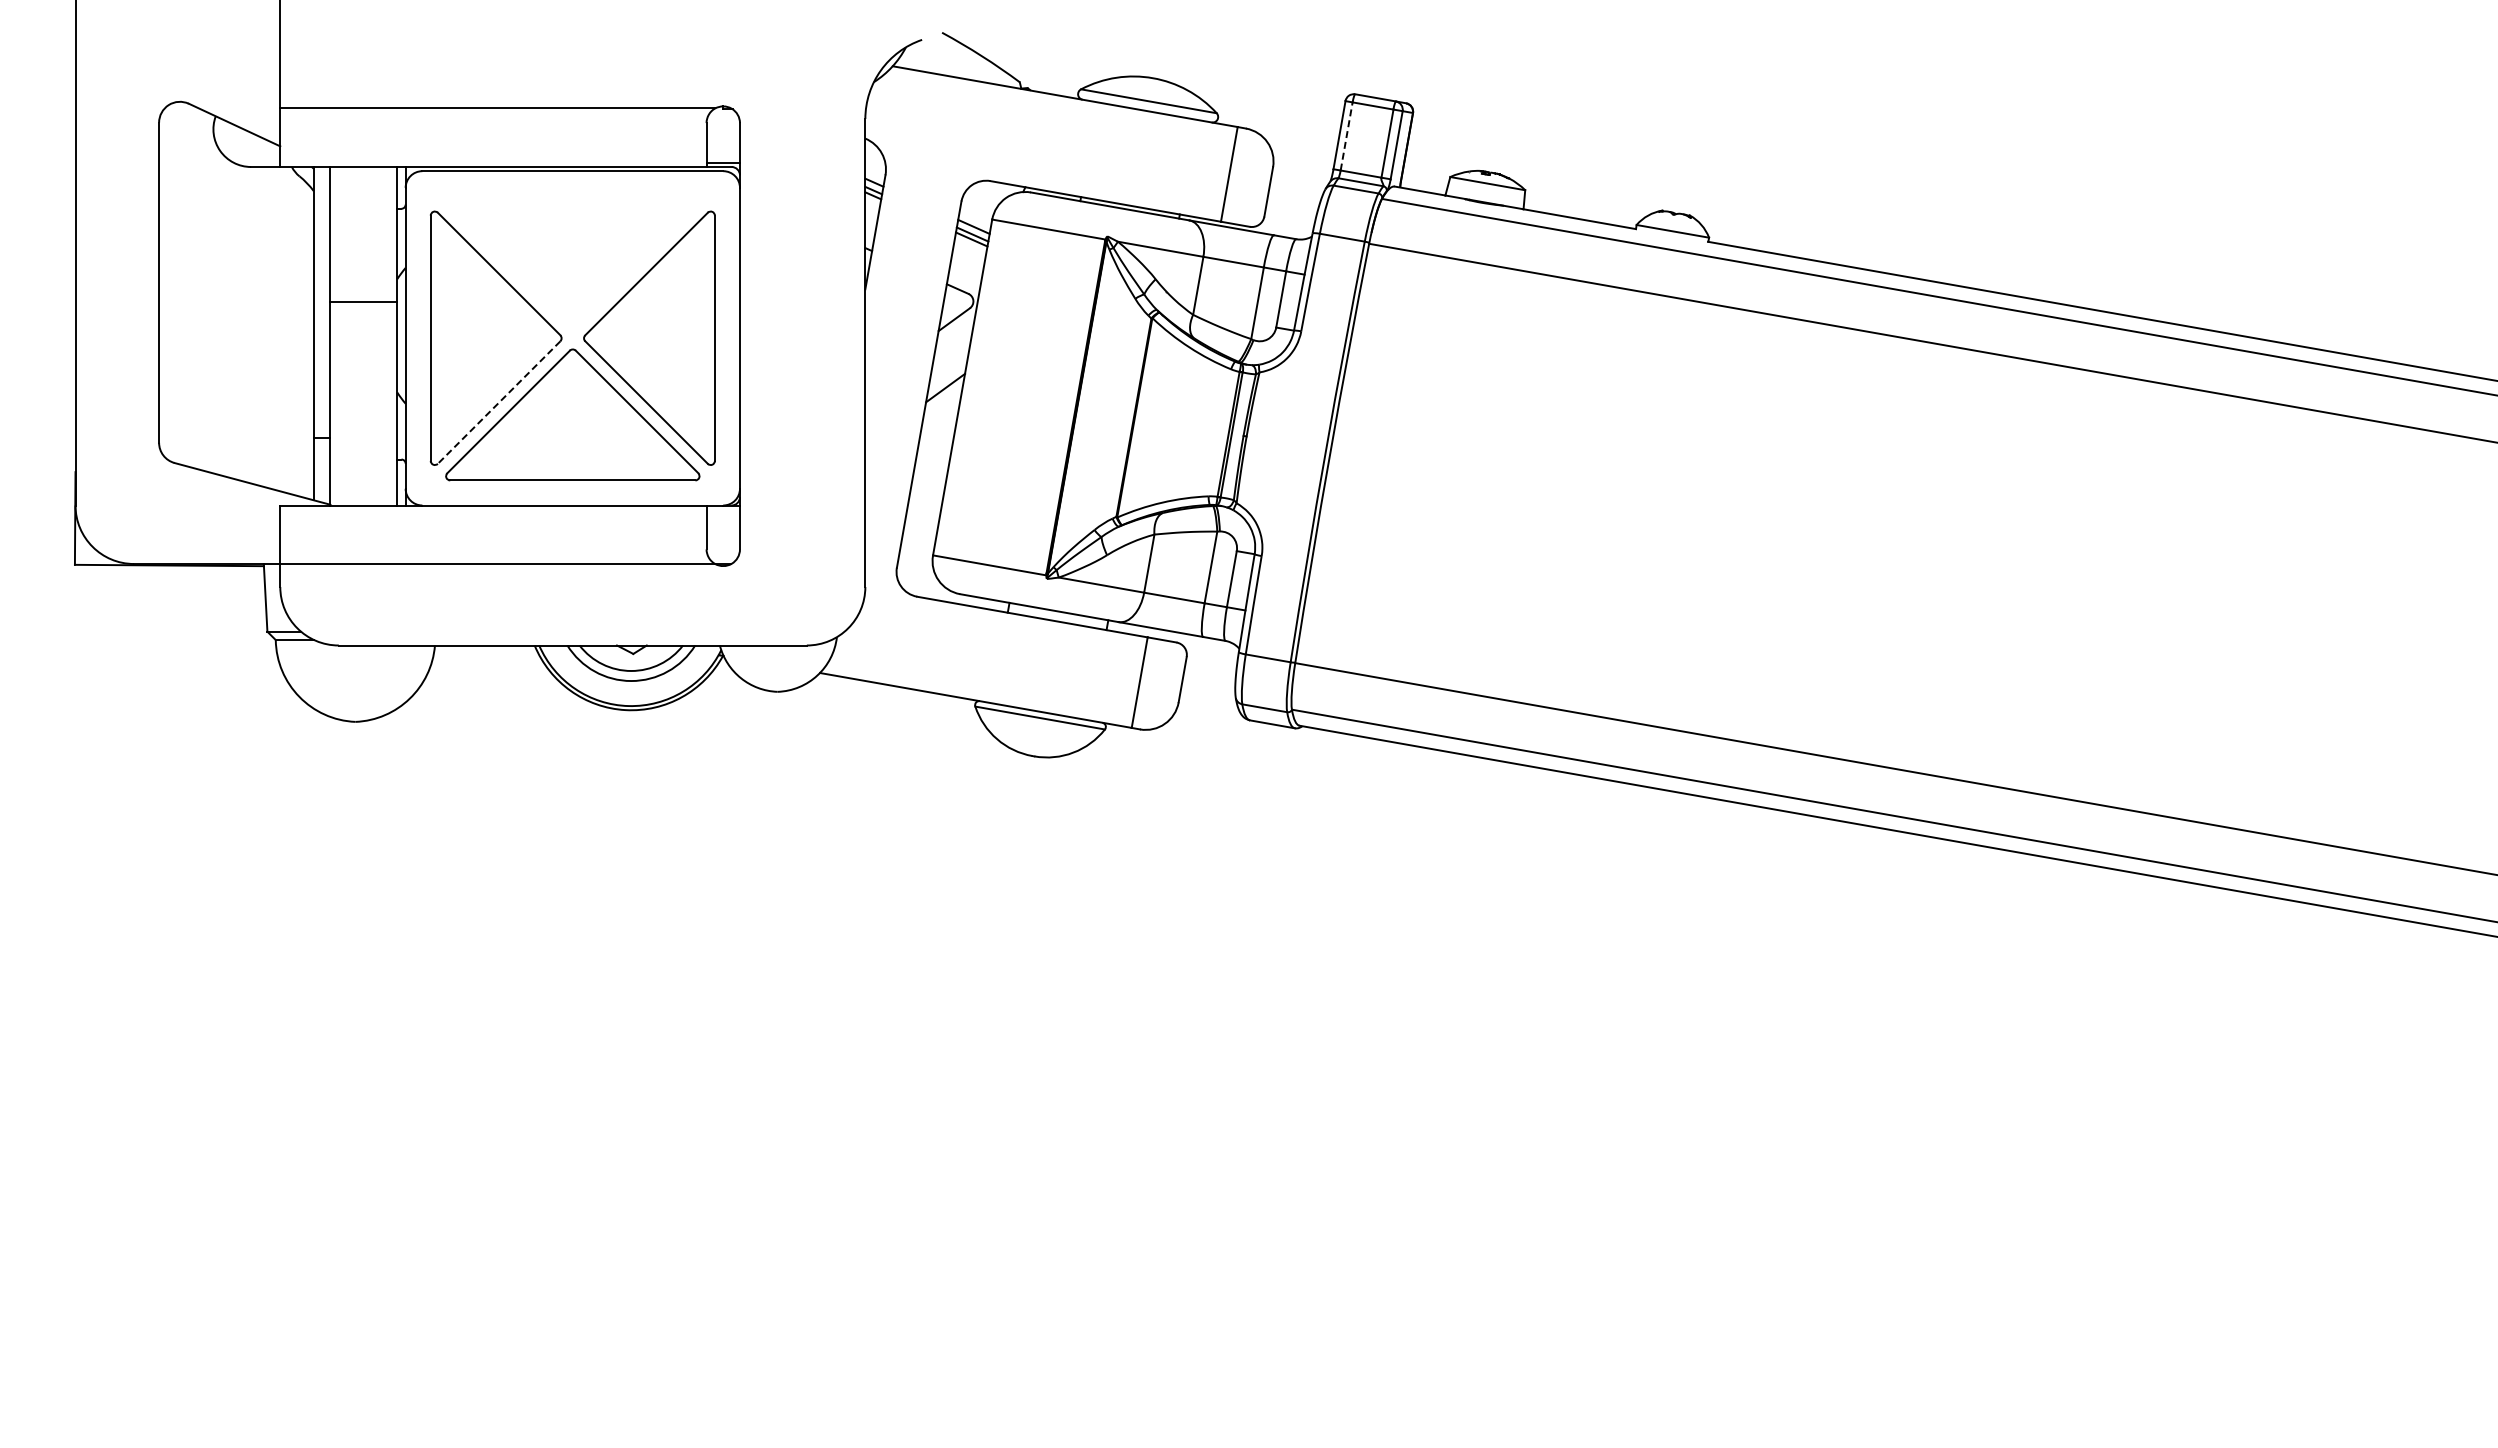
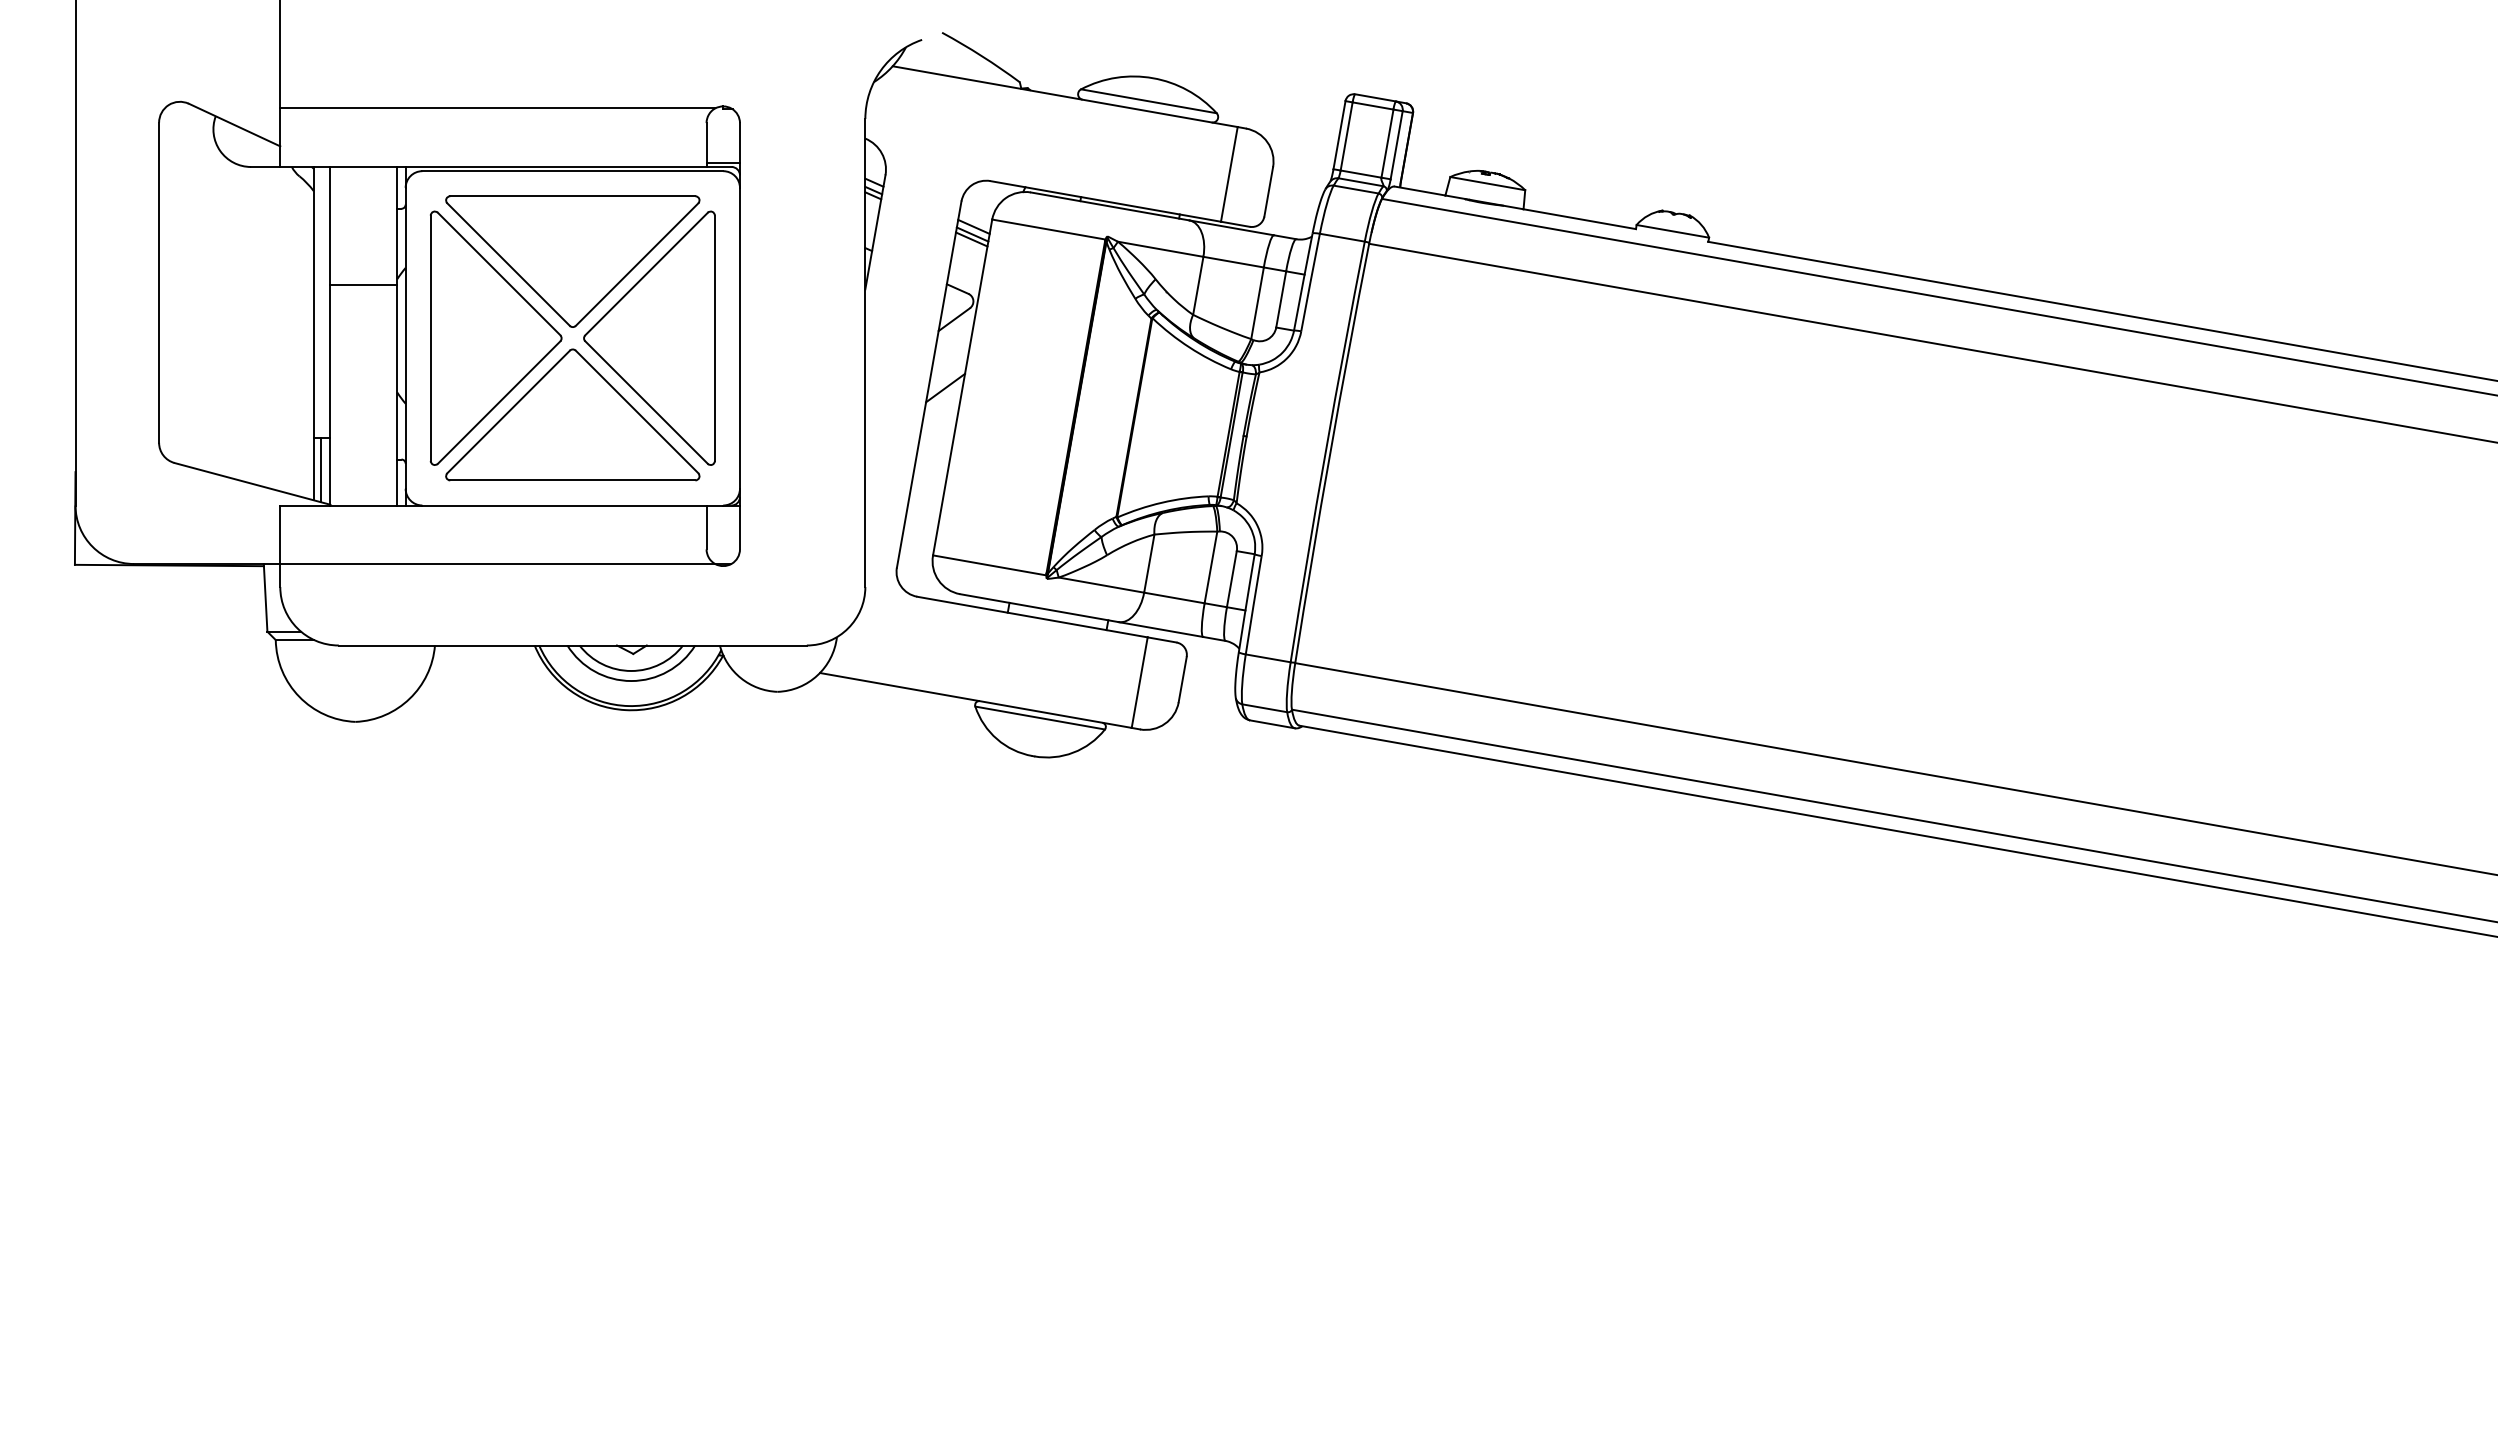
line at (1346, 136): dashed -> solid
part at (572, 261): none -> present
line at (363, 301) position: (363, 301) -> (363, 284)
line at (499, 402): dashed -> solid
line at (321, 469): none -> present
